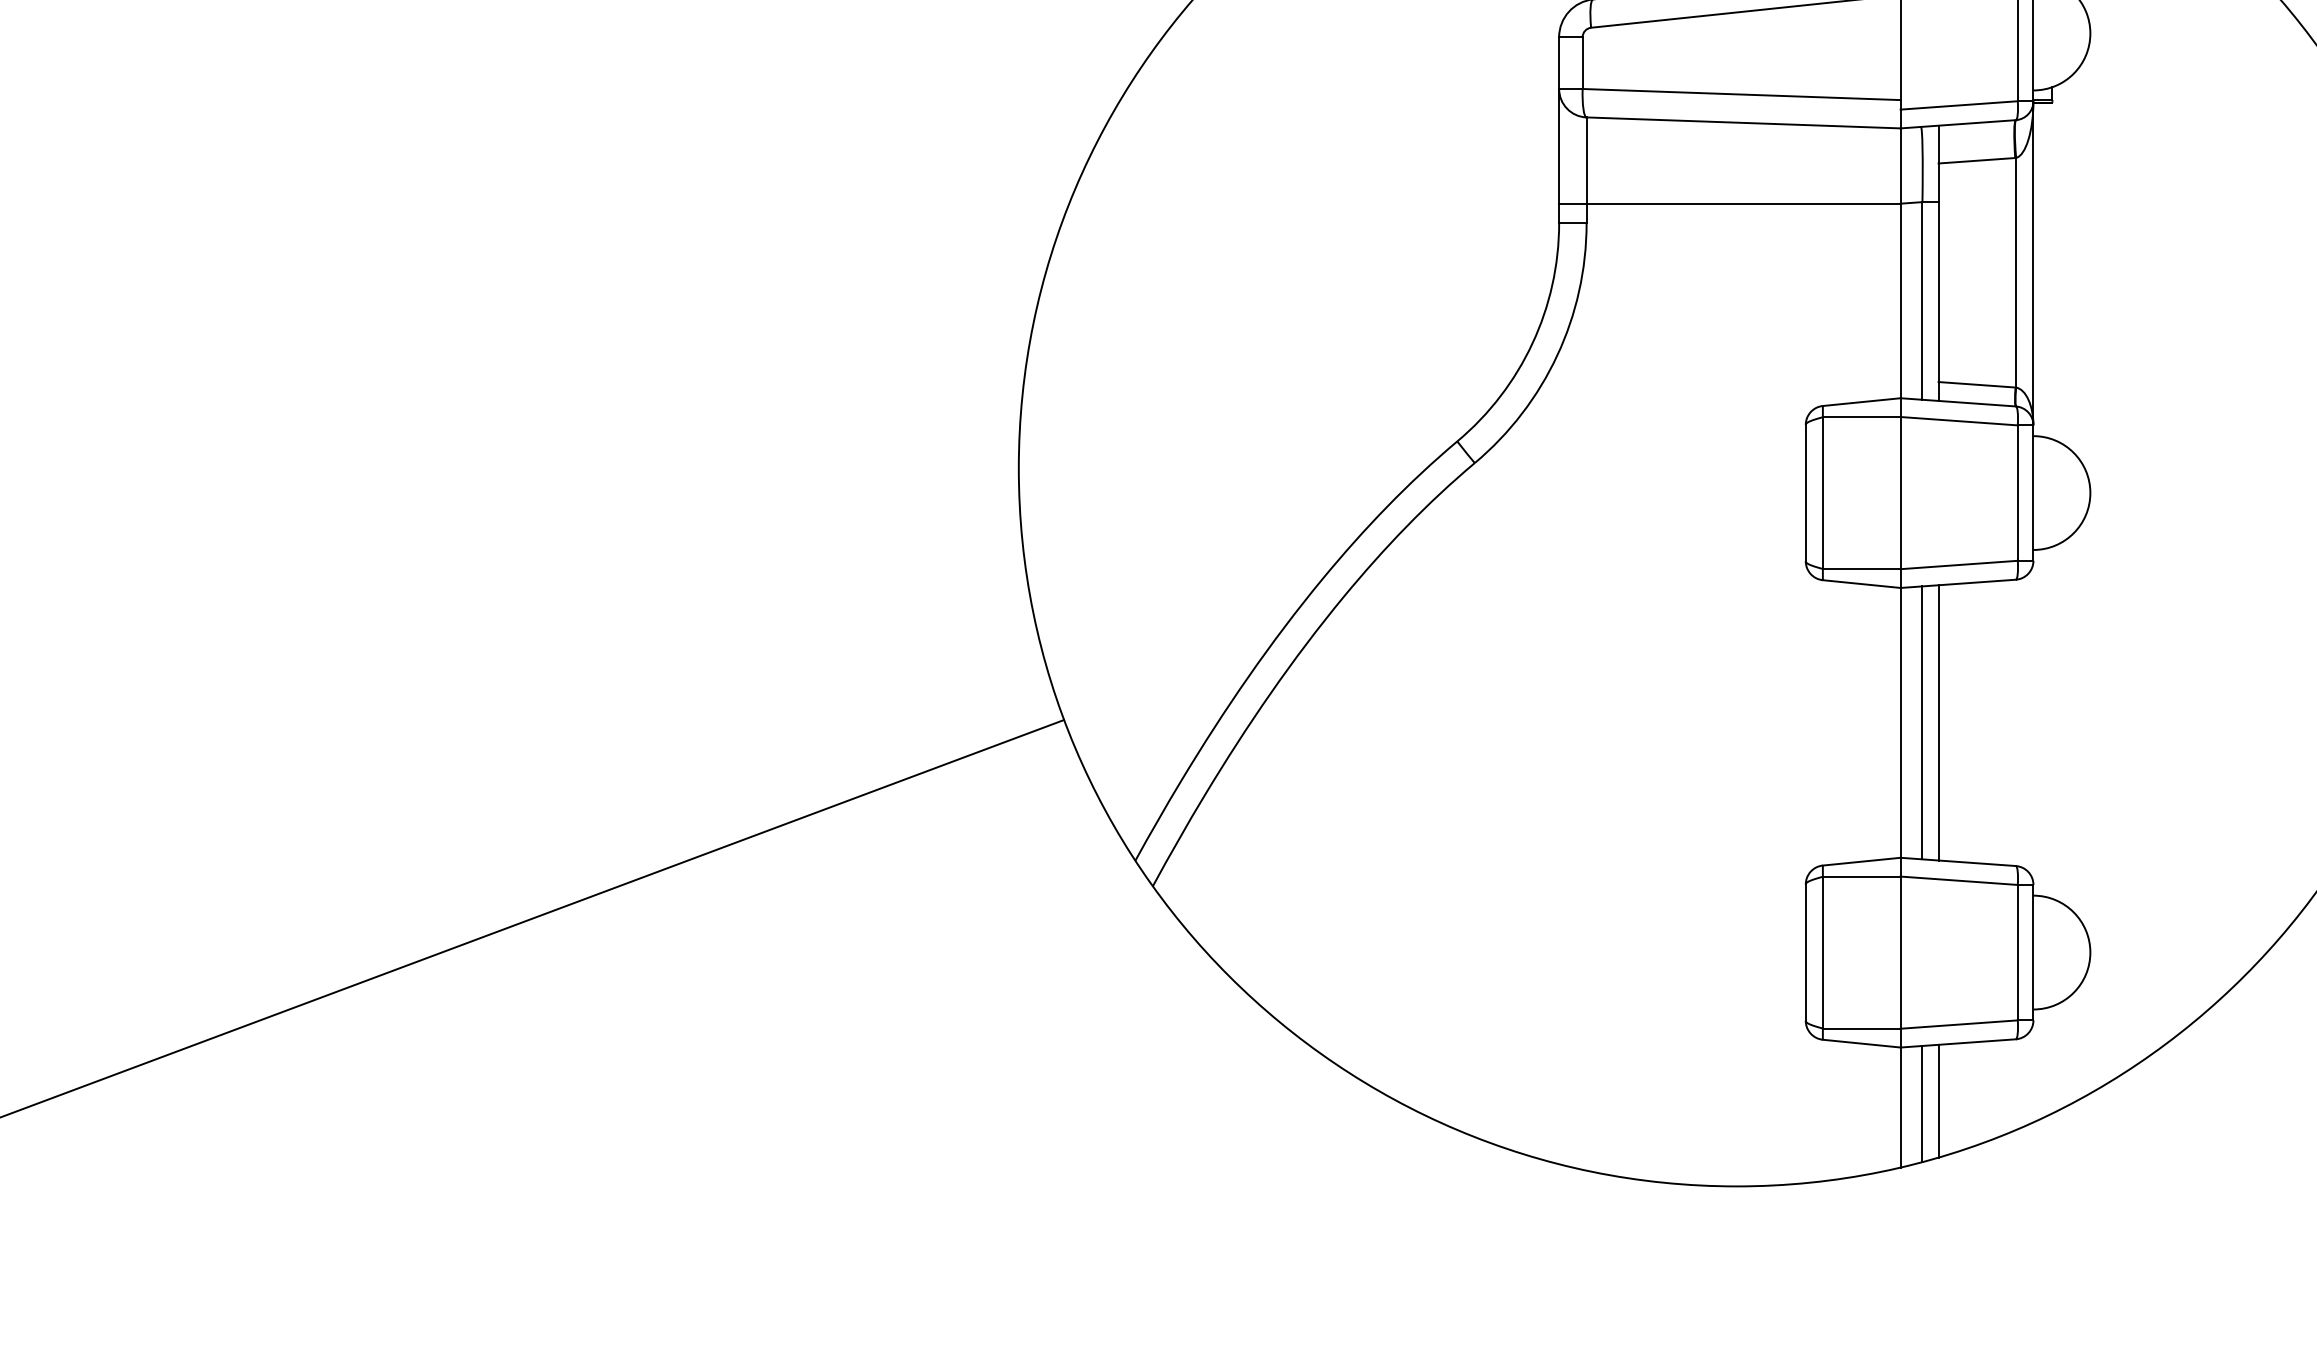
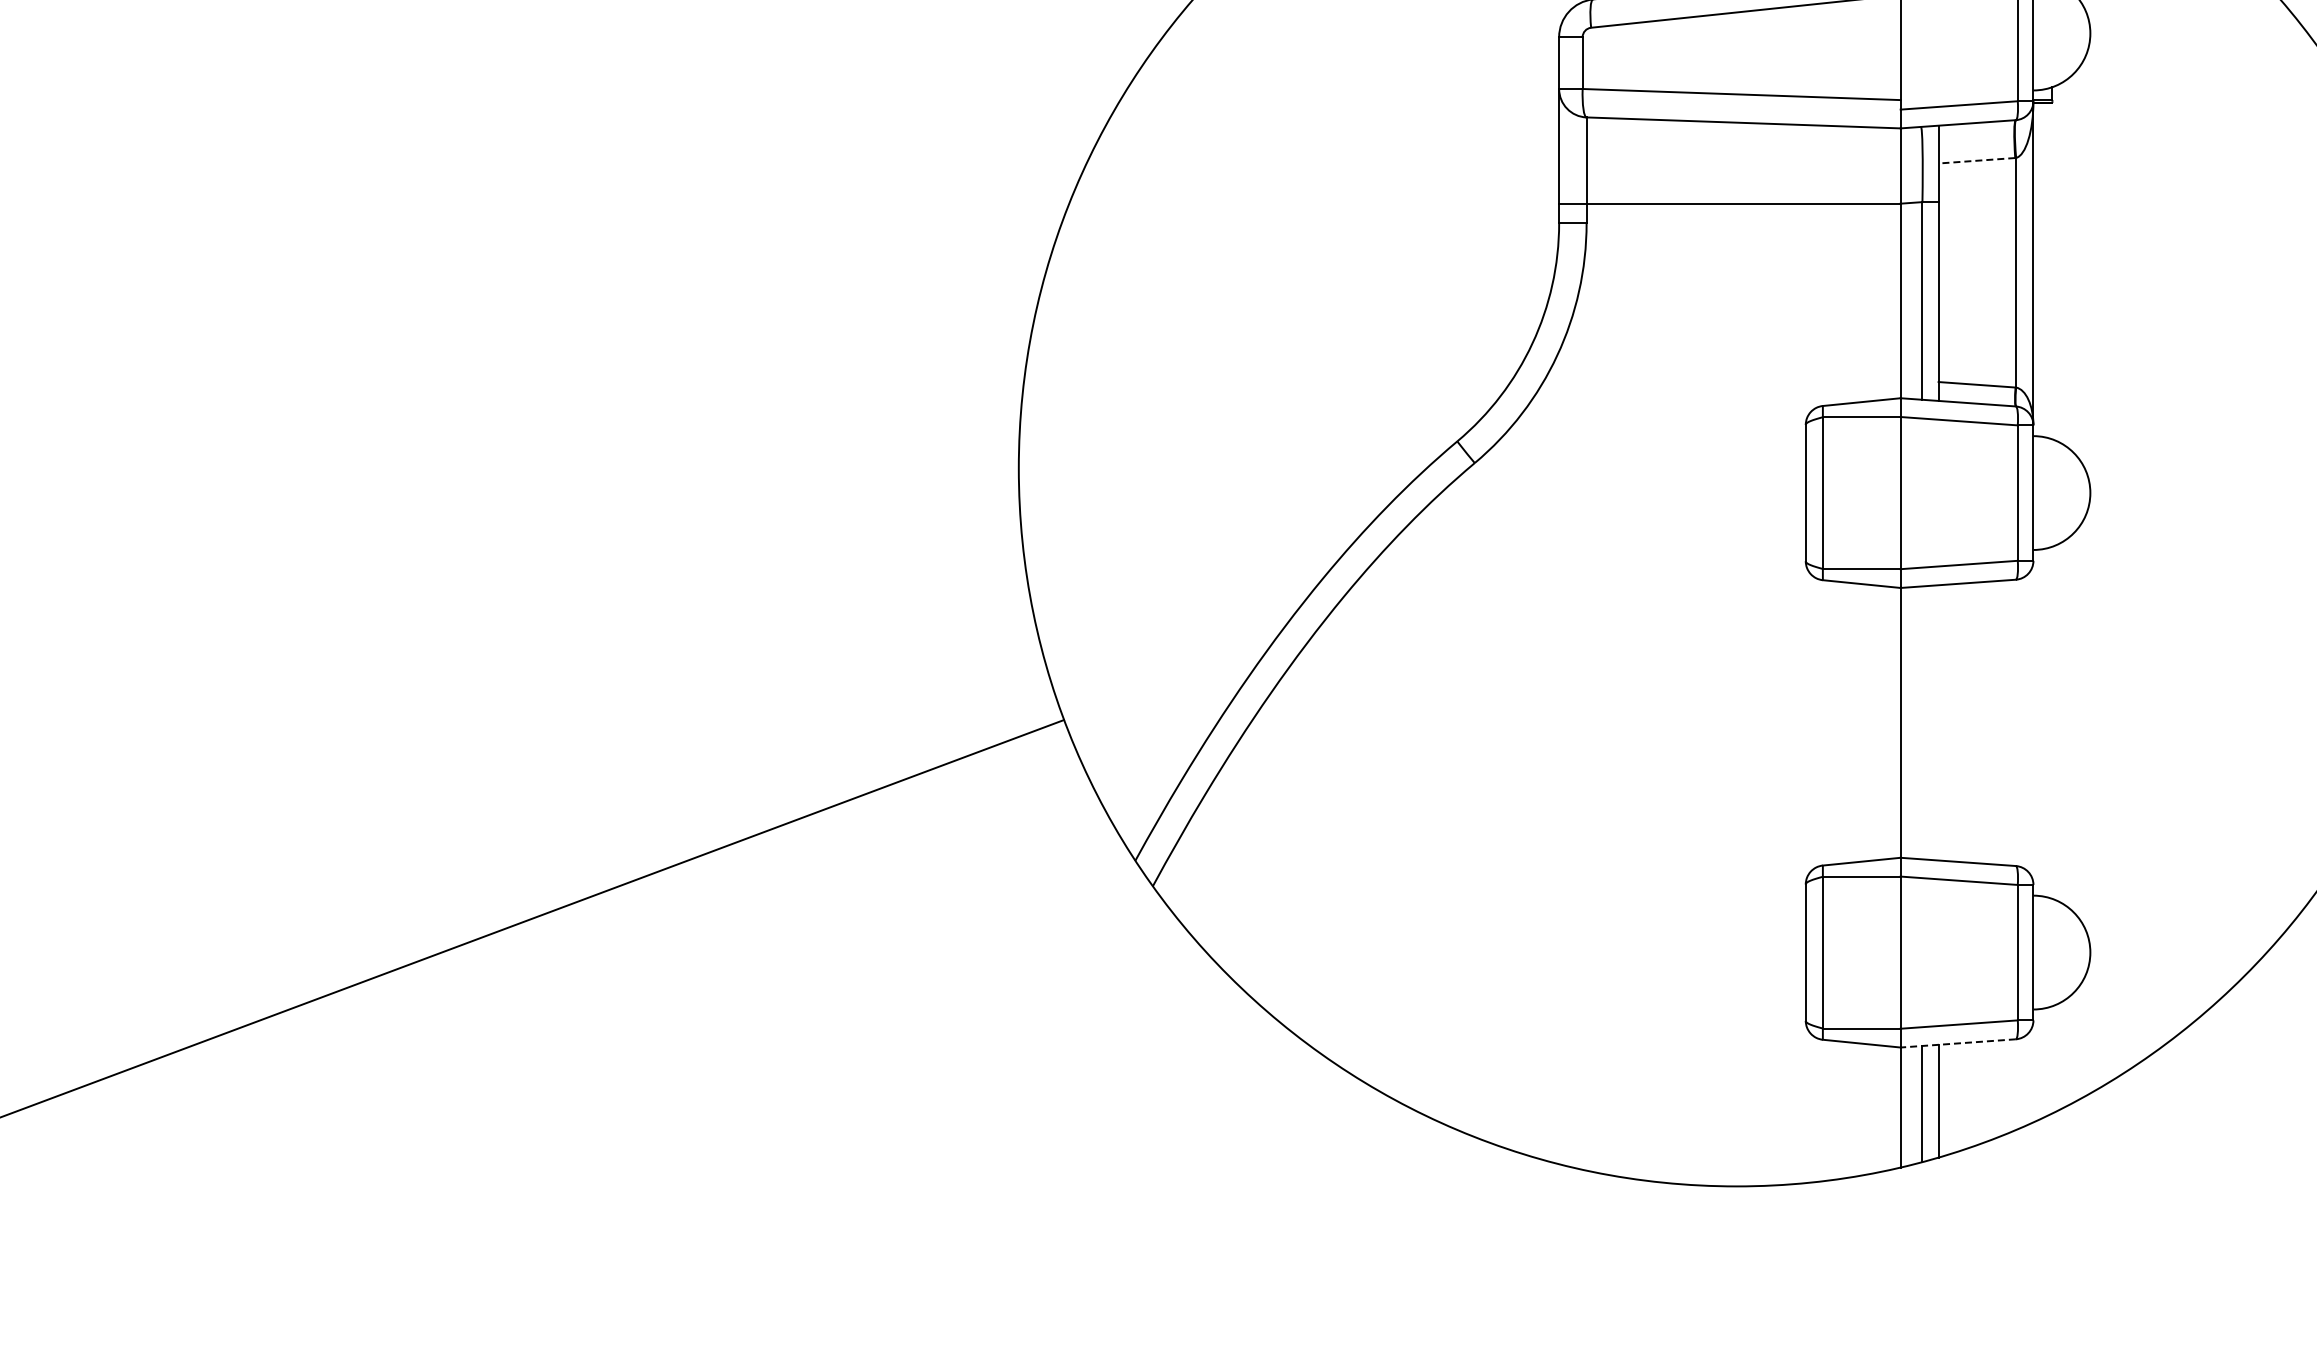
line at (1976, 160): solid -> dashed
line at (1922, 722): present -> none
line at (1938, 722): present -> none
line at (1958, 1043): solid -> dashed
